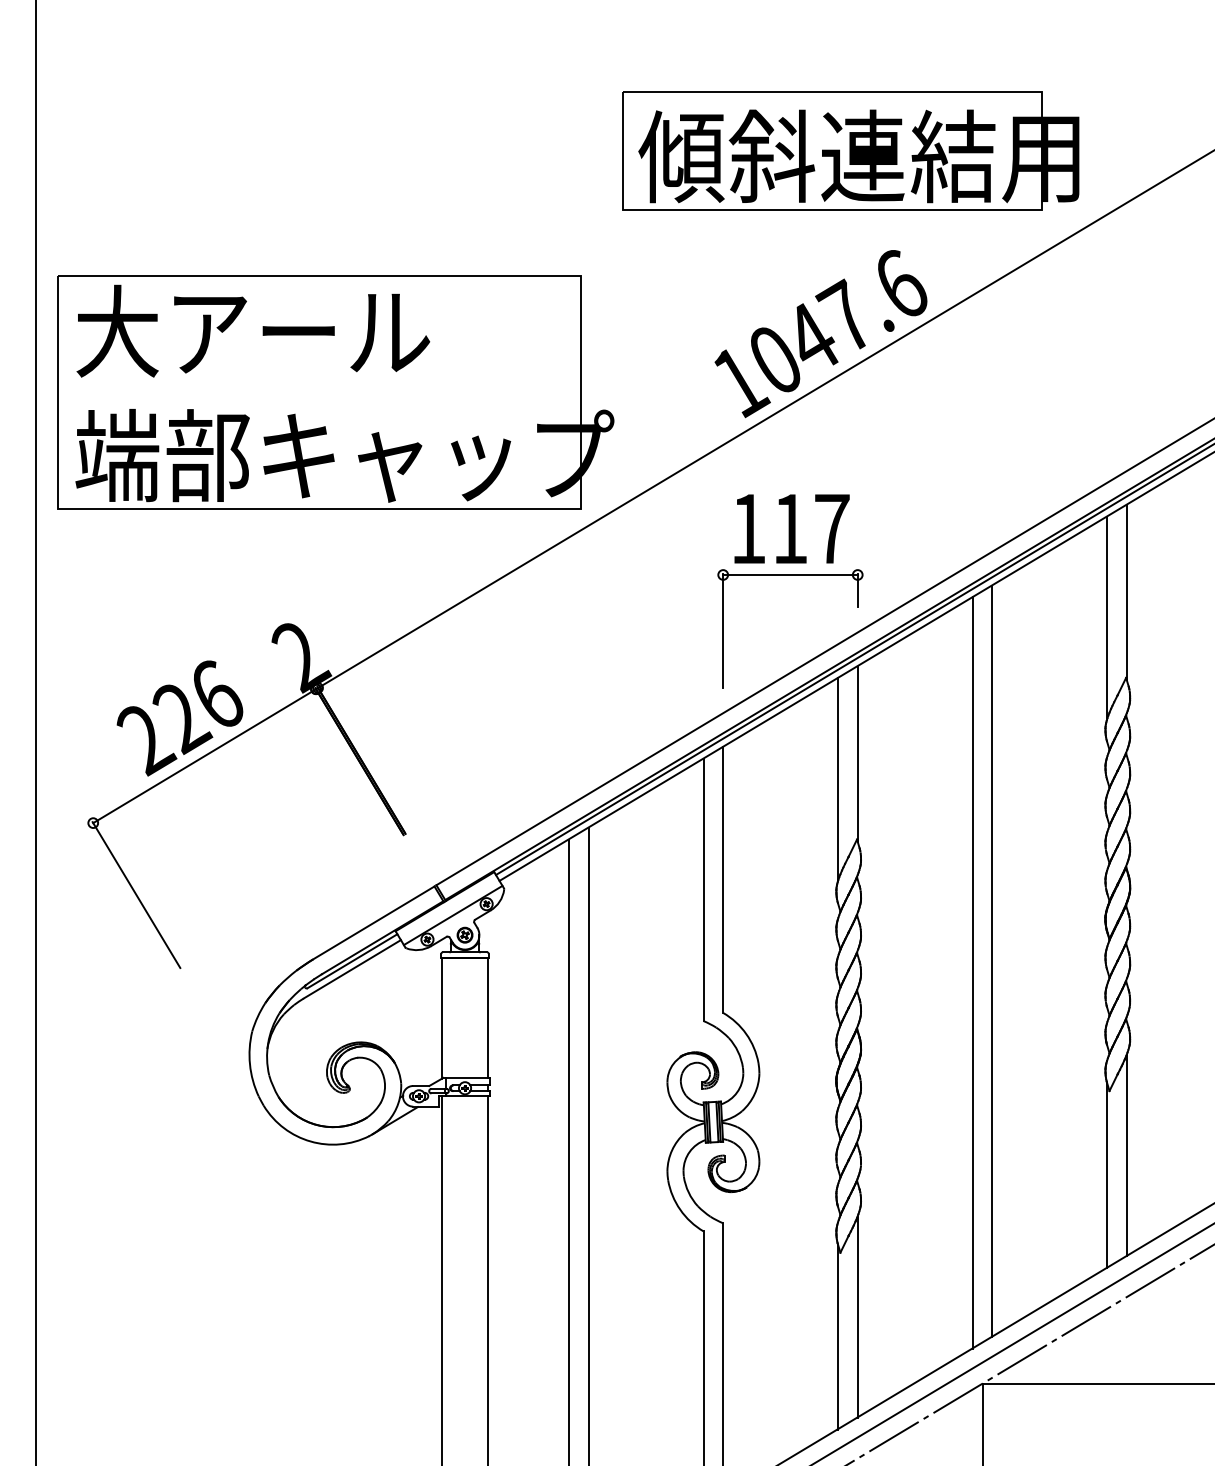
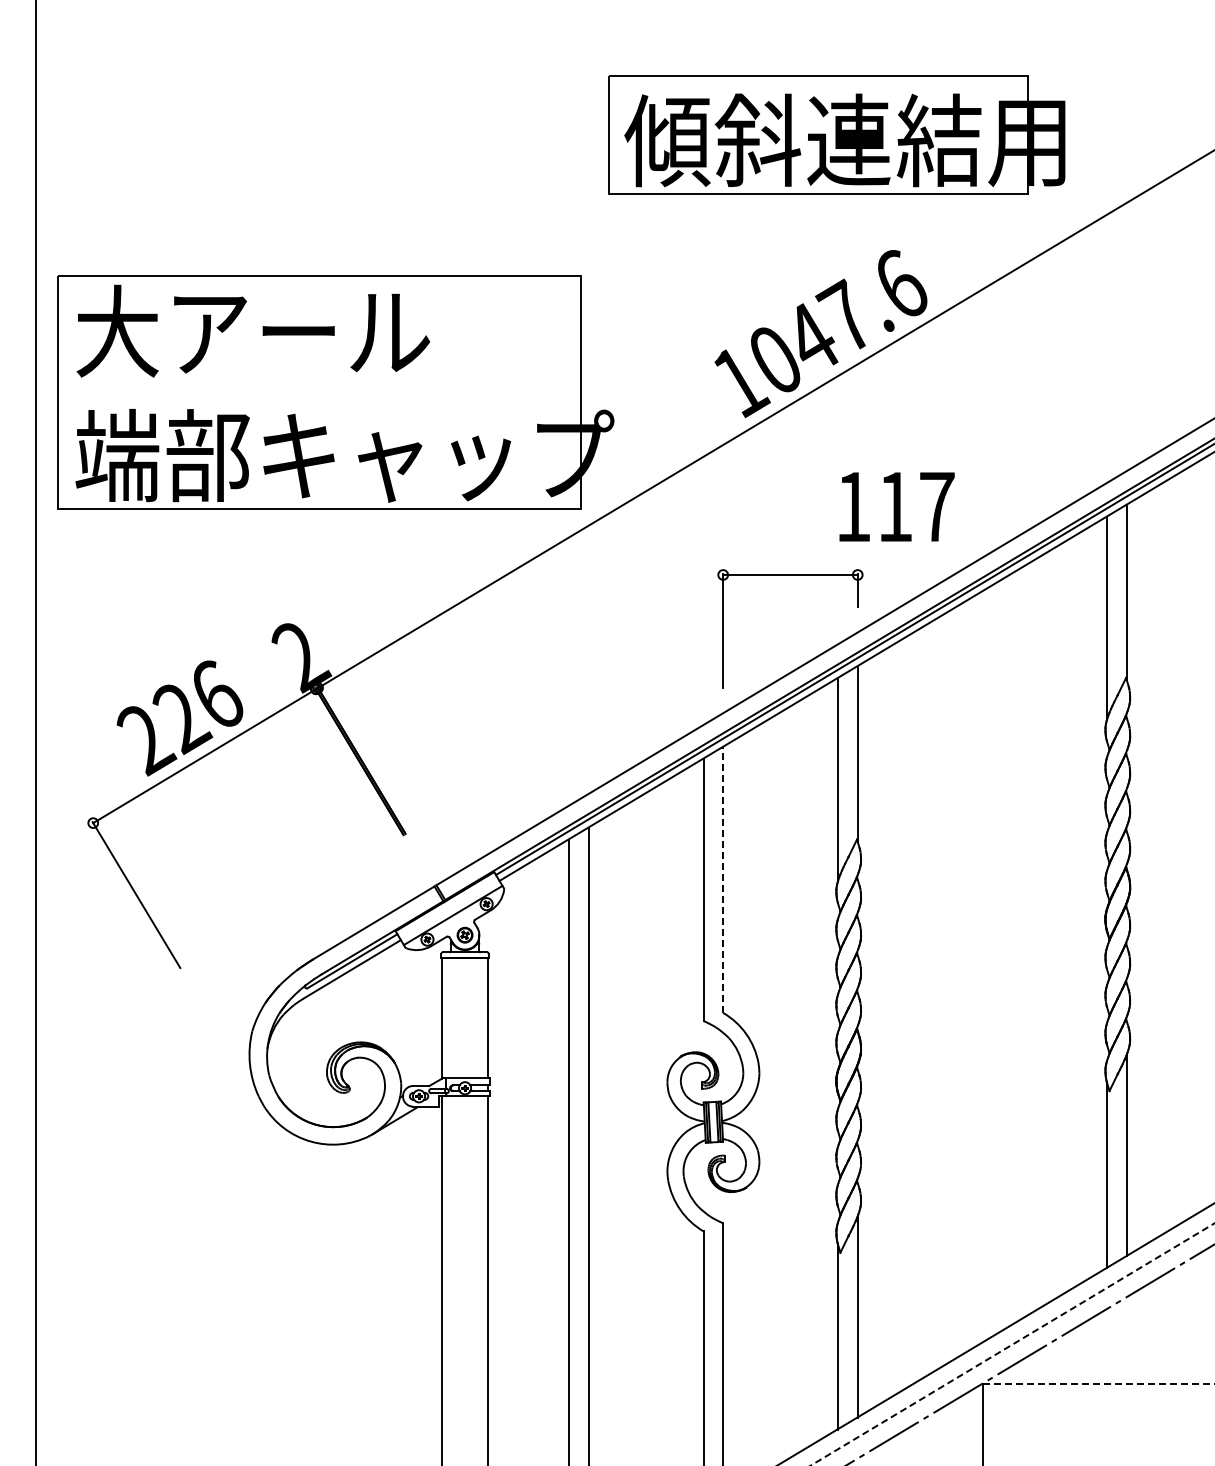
part at (850, 150) position: (850, 150) -> (836, 134)
text at (791, 528) position: (791, 528) -> (896, 506)
line at (723, 880): solid -> dashed
line at (992, 960): present -> none
line at (972, 972): present -> none
line at (1012, 1344): solid -> dashed
line at (1098, 1383): solid -> dashed
